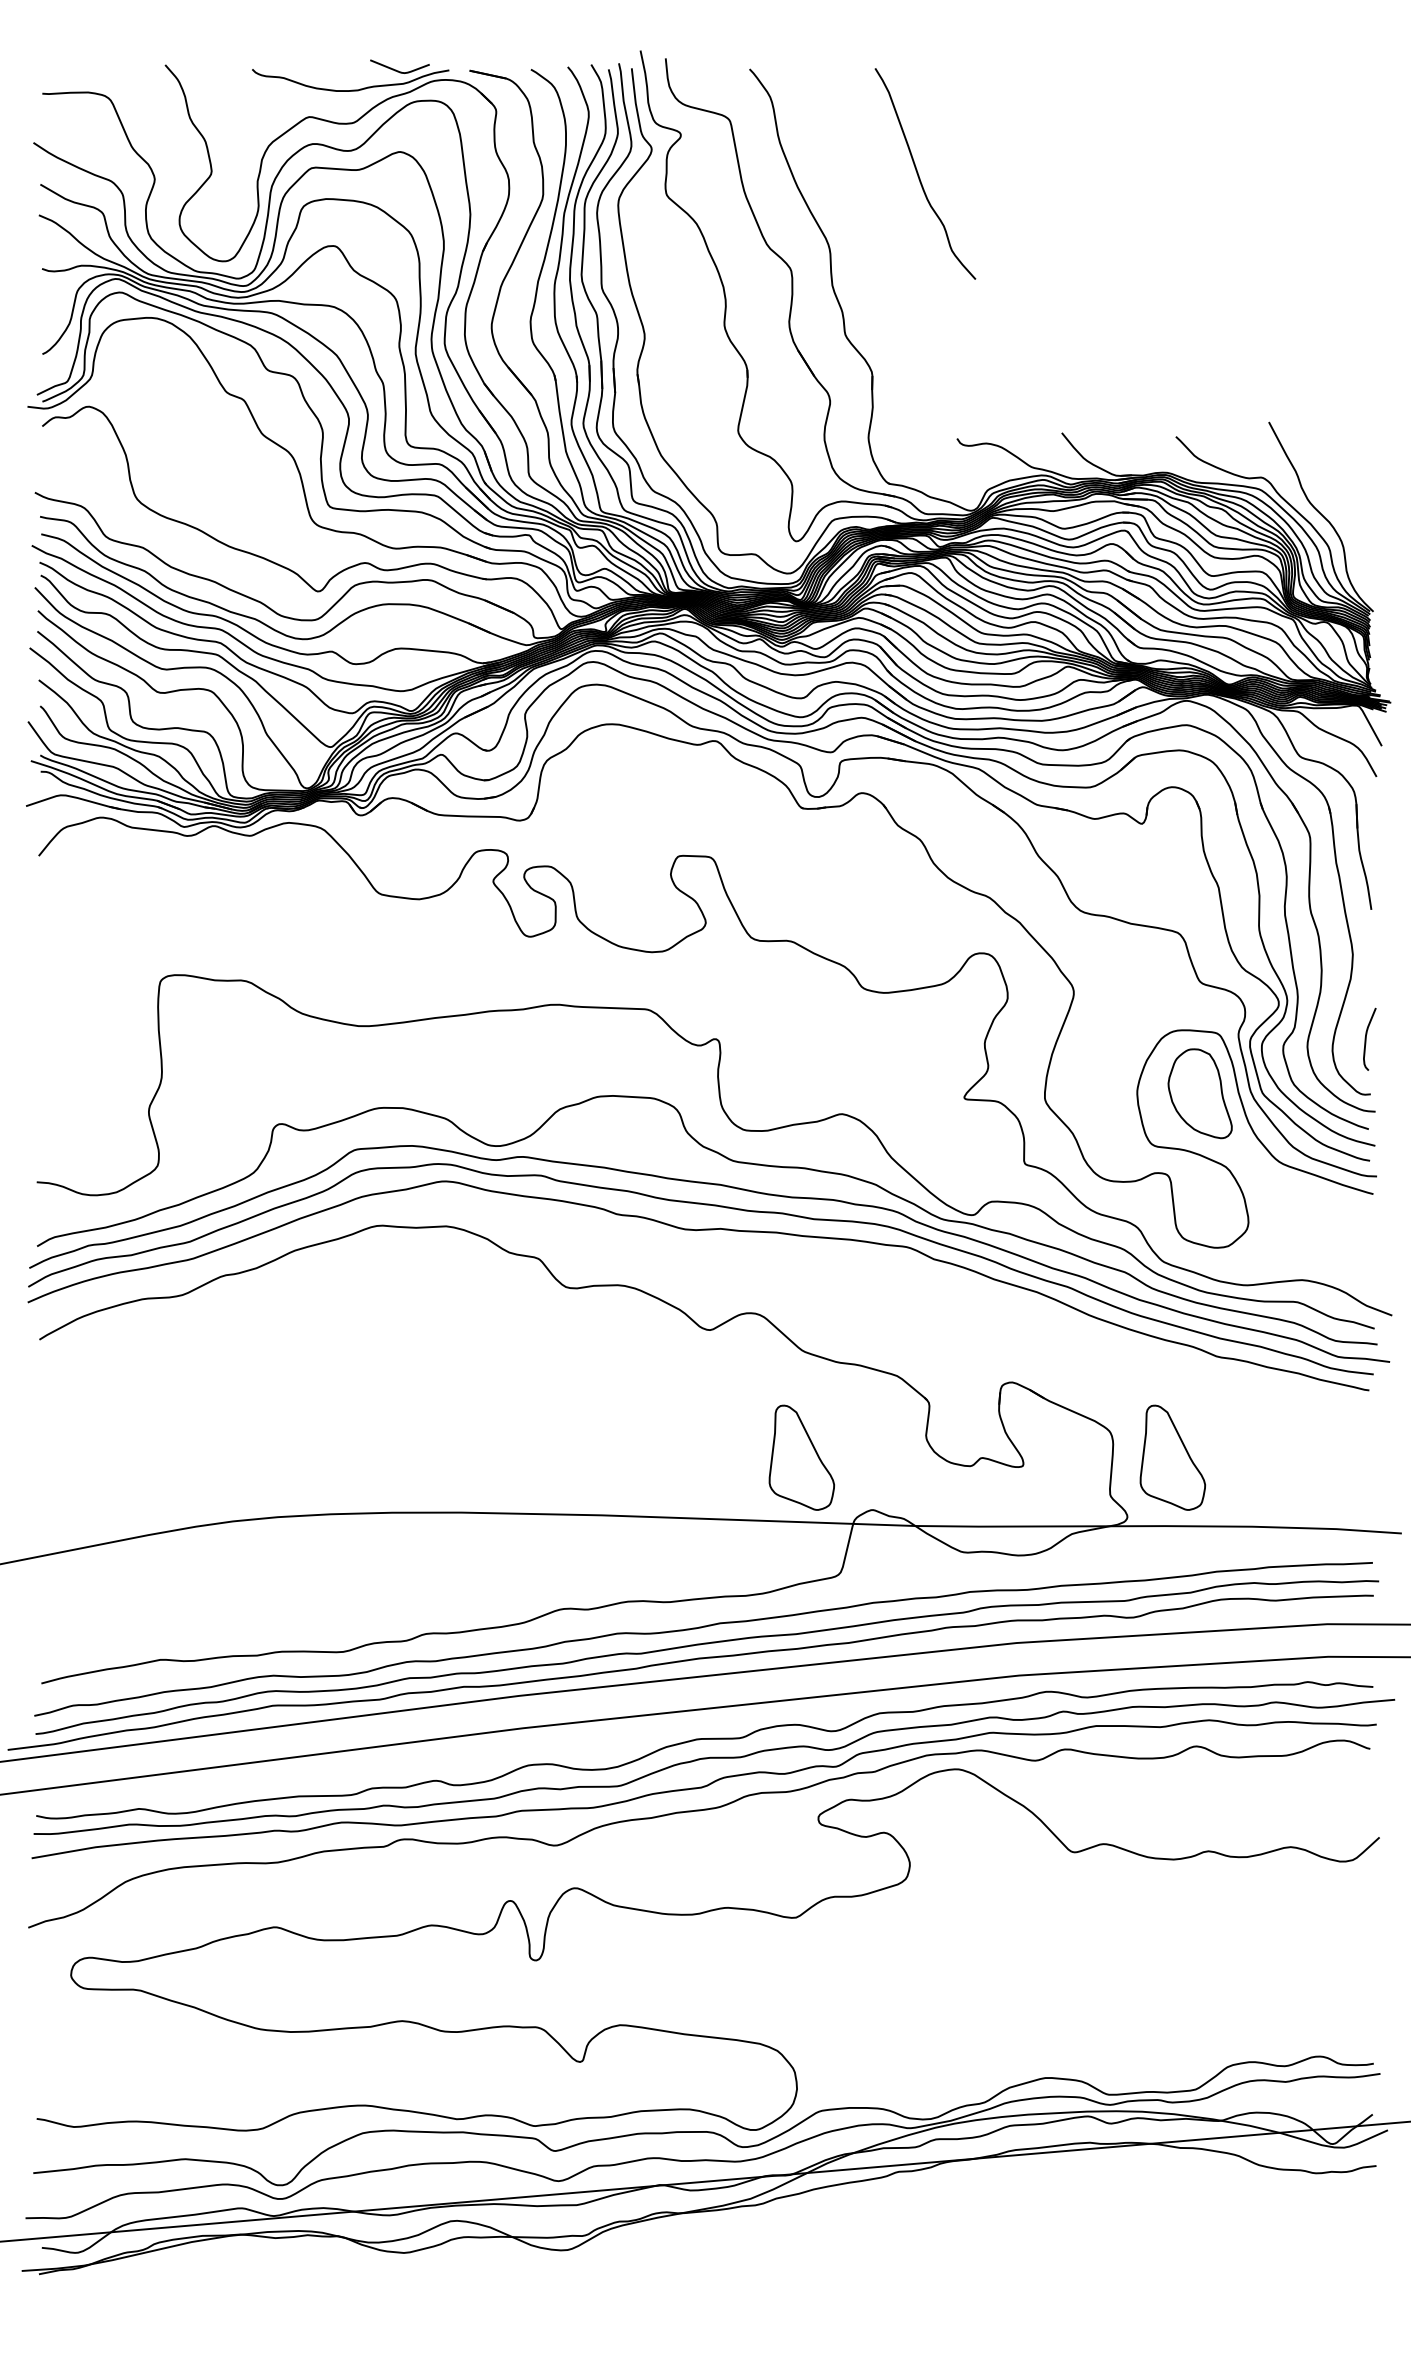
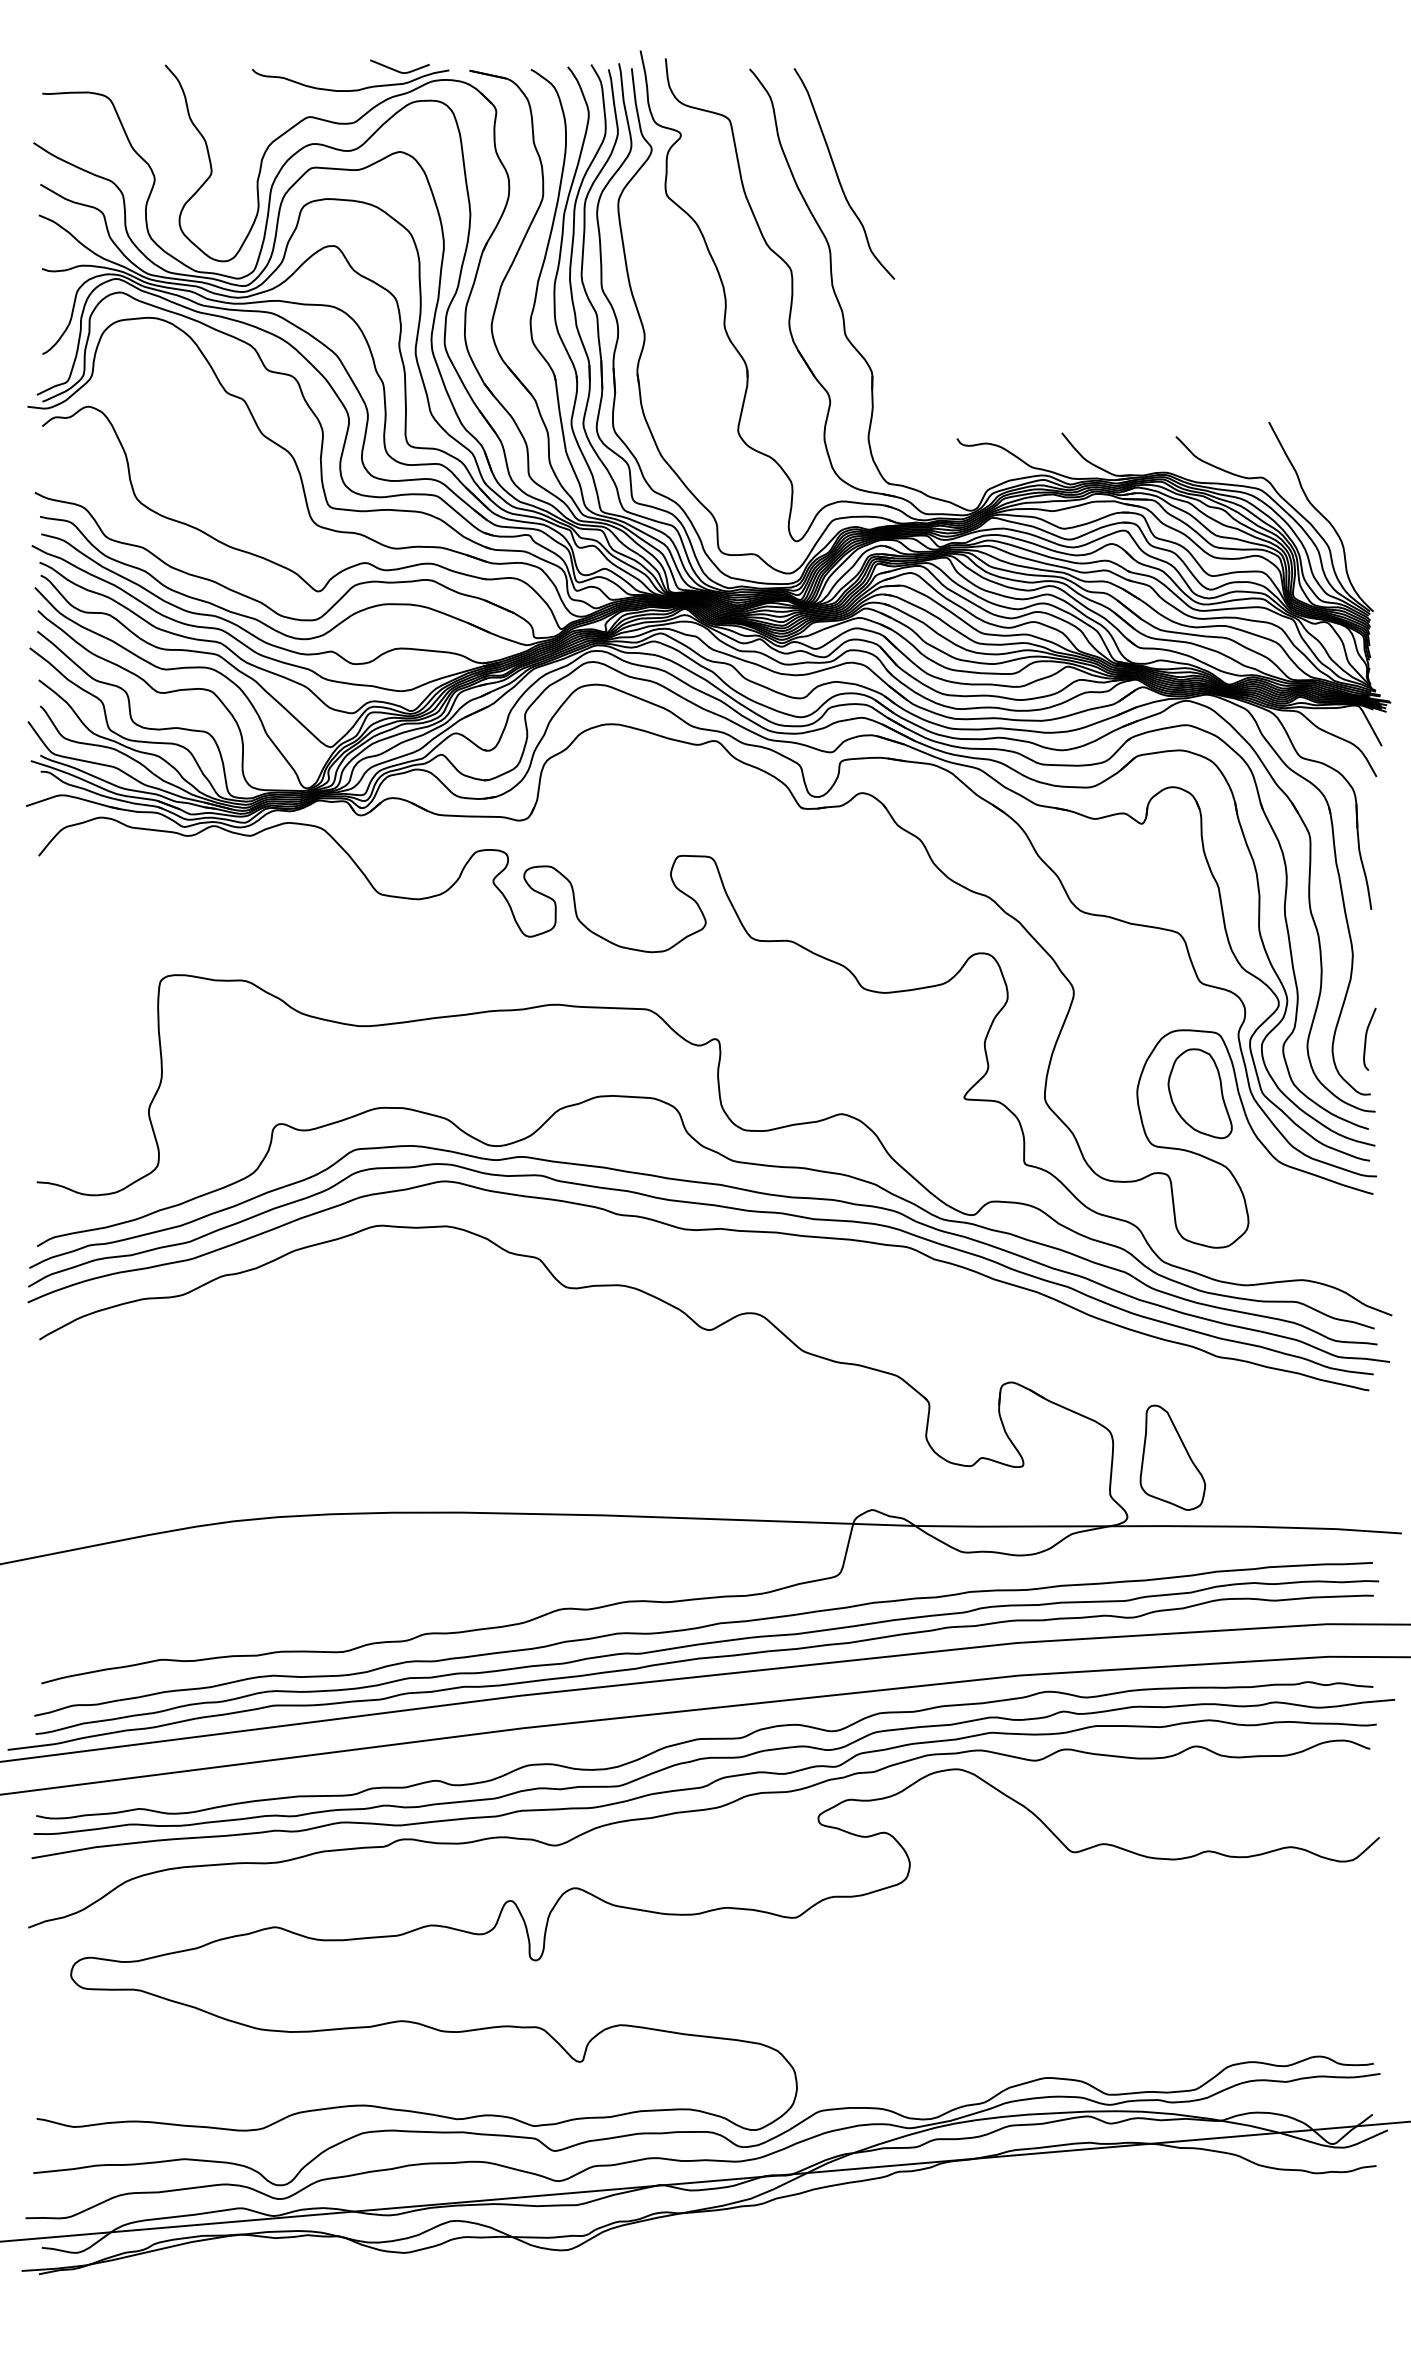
curve at (919, 175) position: (919, 175) -> (838, 175)
part at (801, 1457): present -> none
